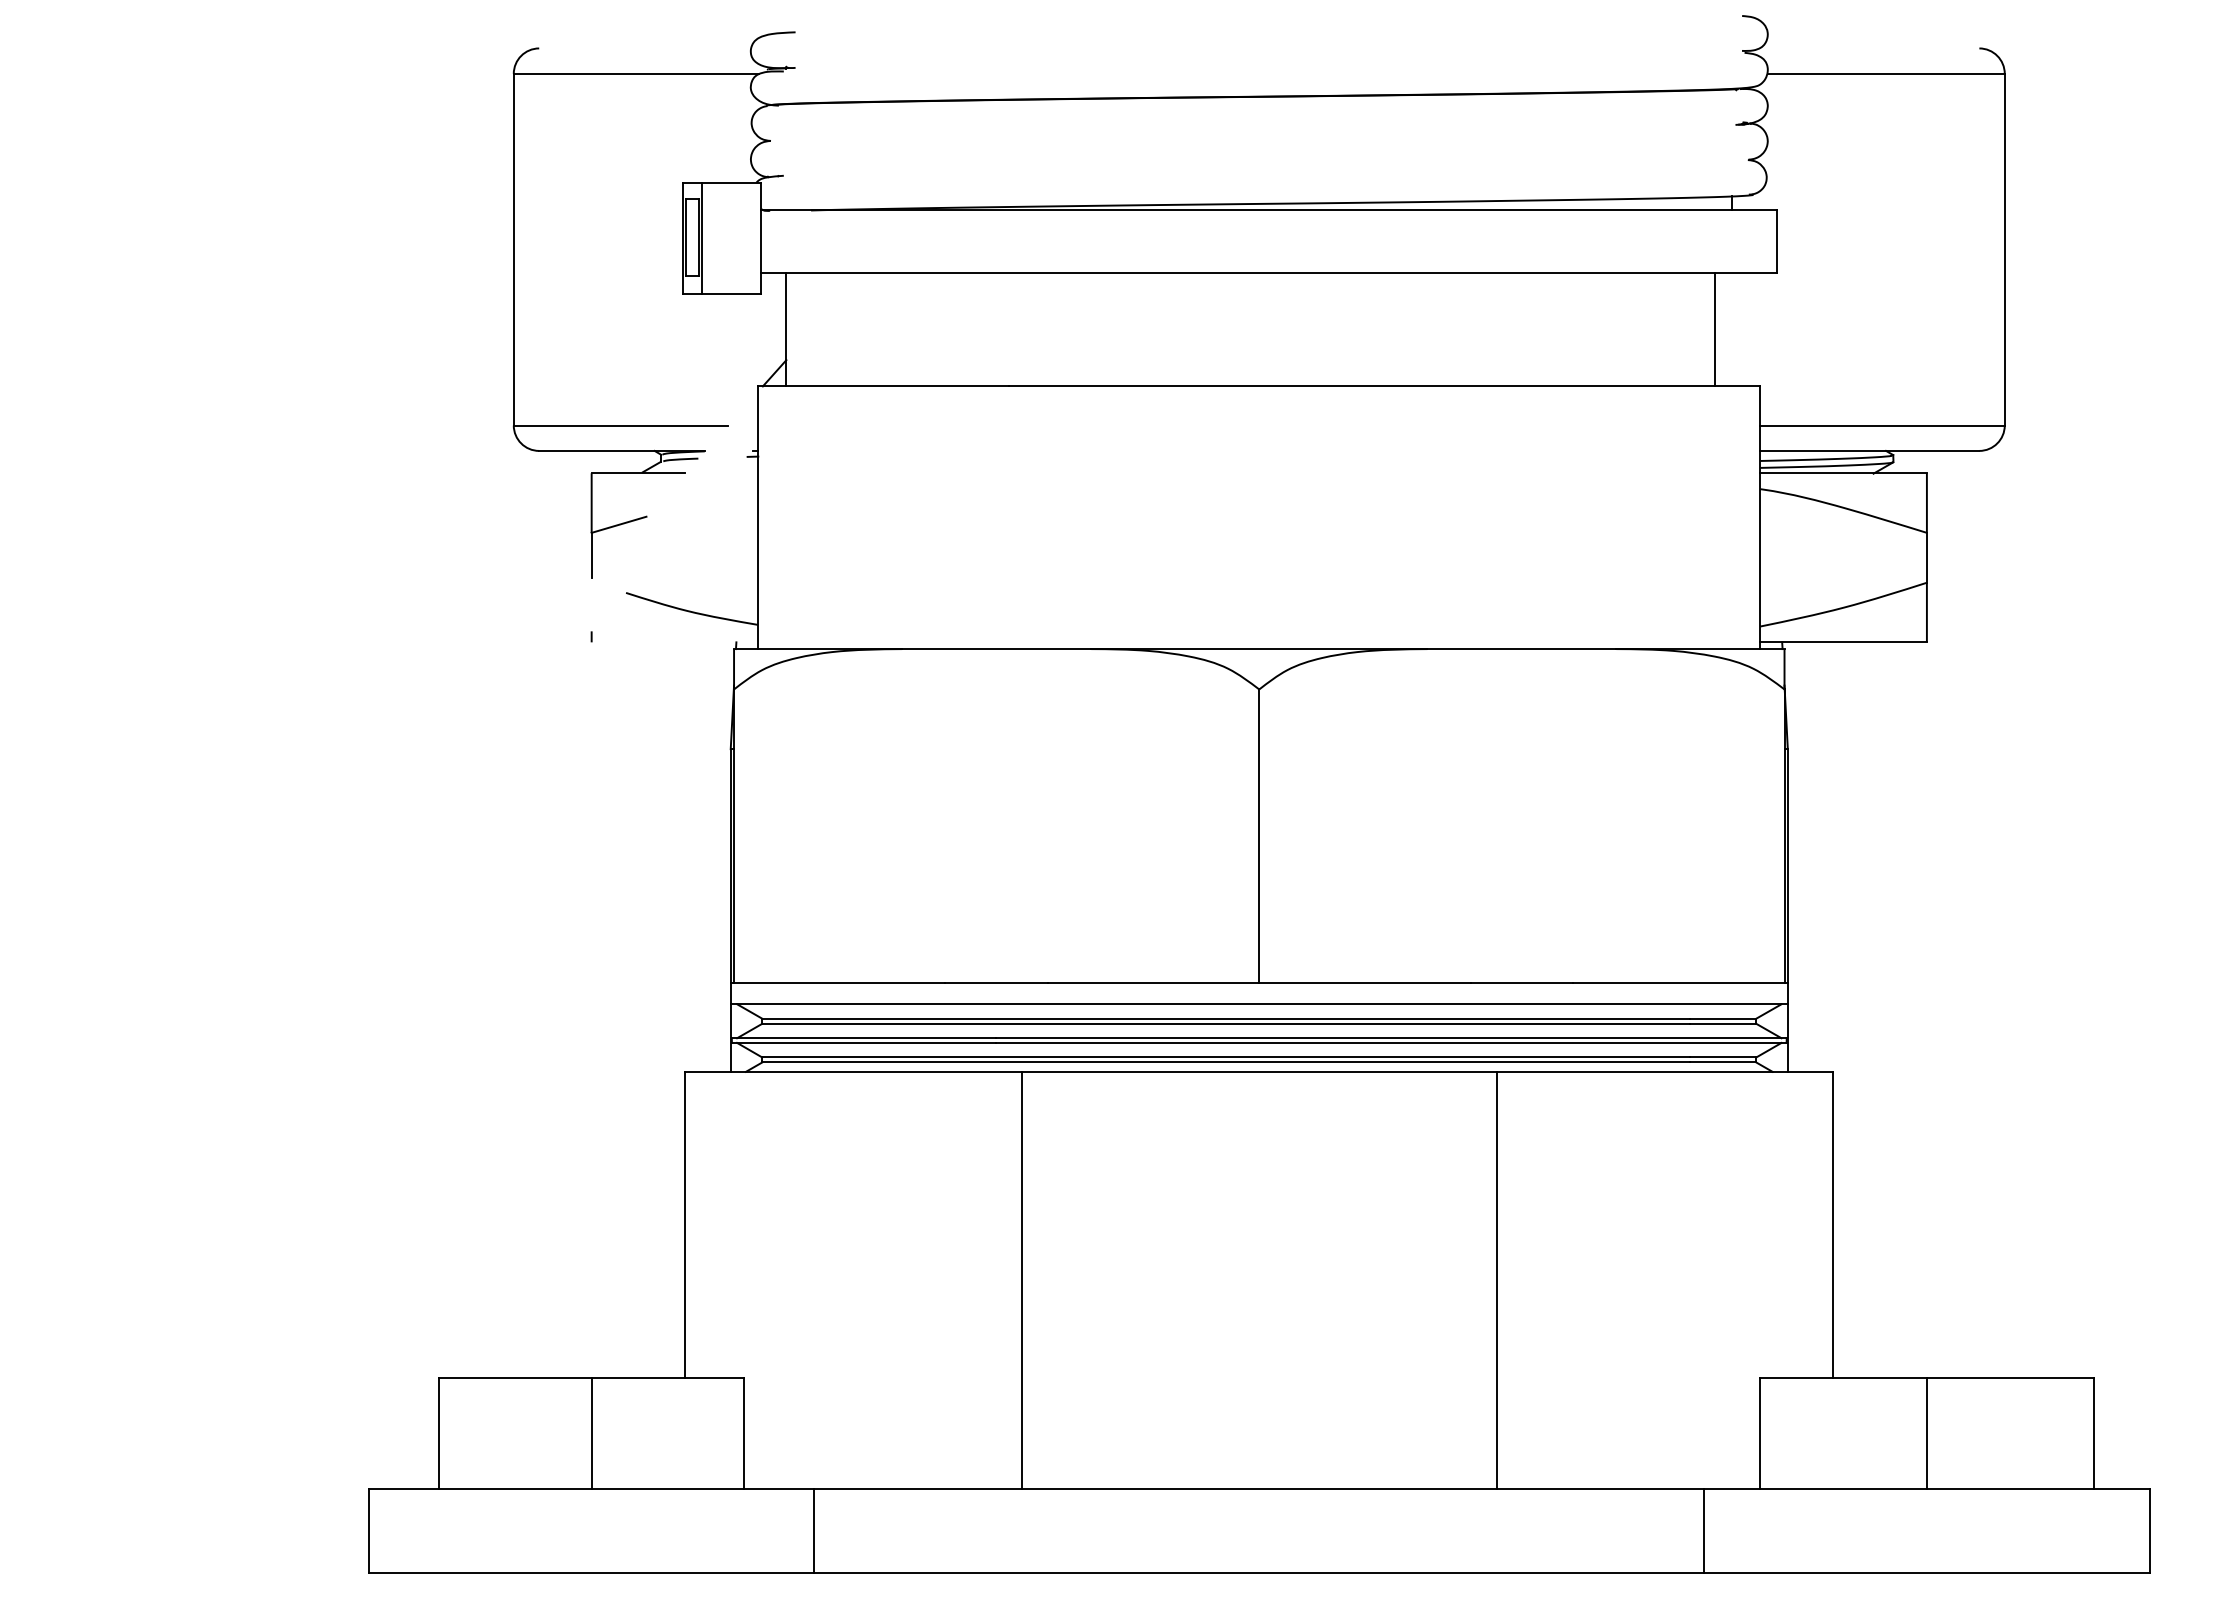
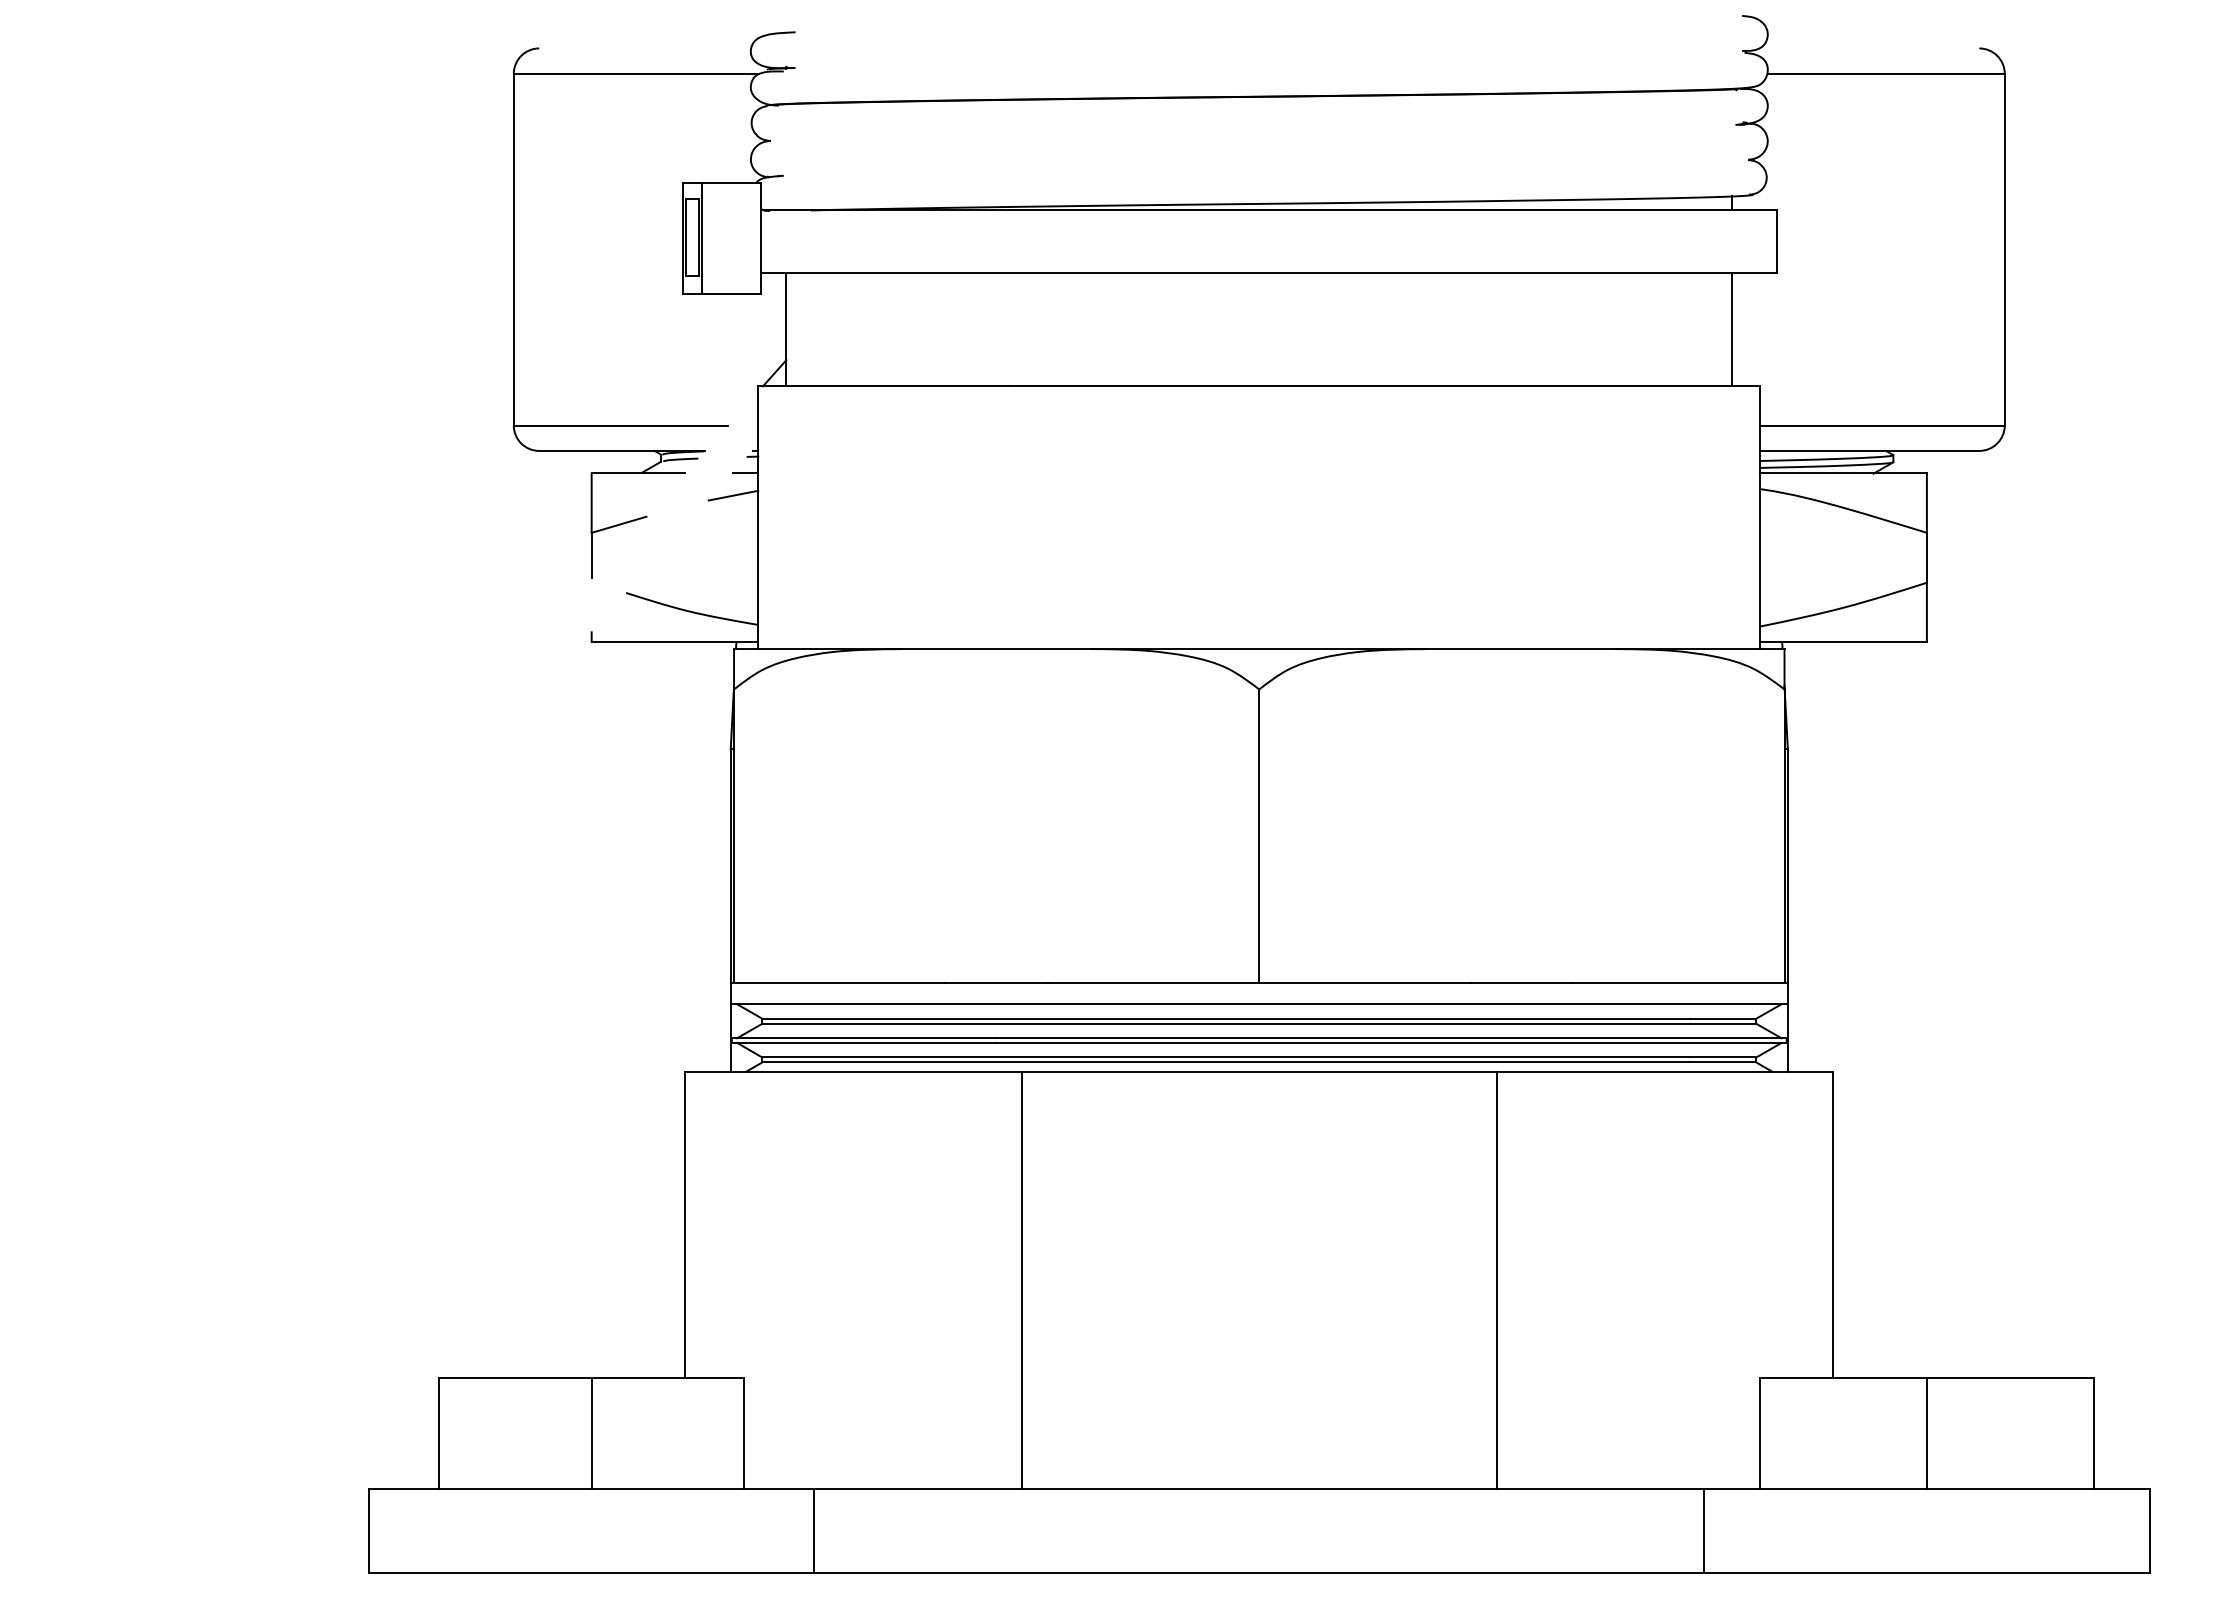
line at (1715, 329) position: (1715, 329) -> (1732, 329)
line at (745, 473): none -> present
line at (733, 495): none -> present
line at (674, 642): none -> present
